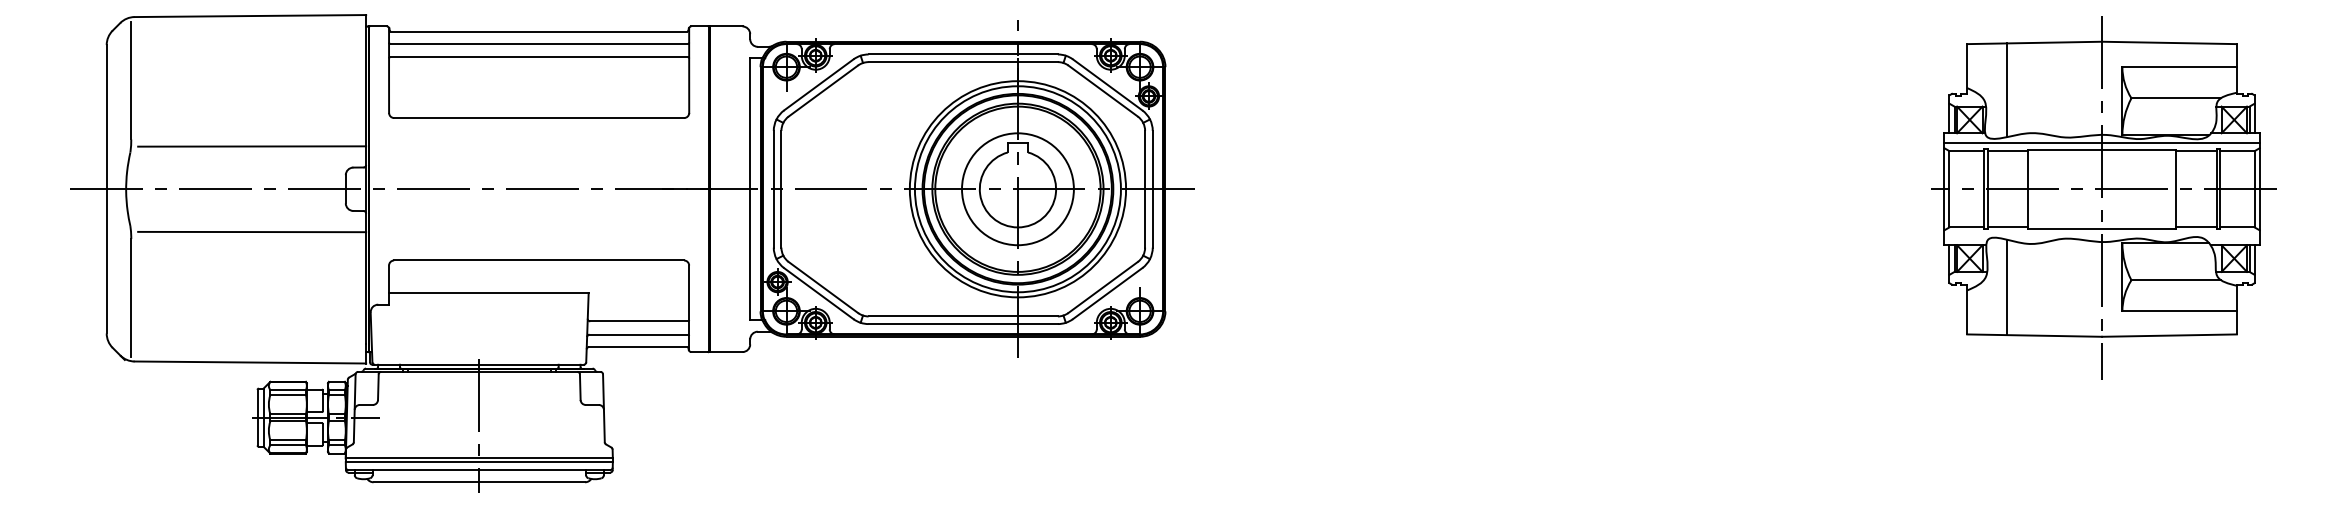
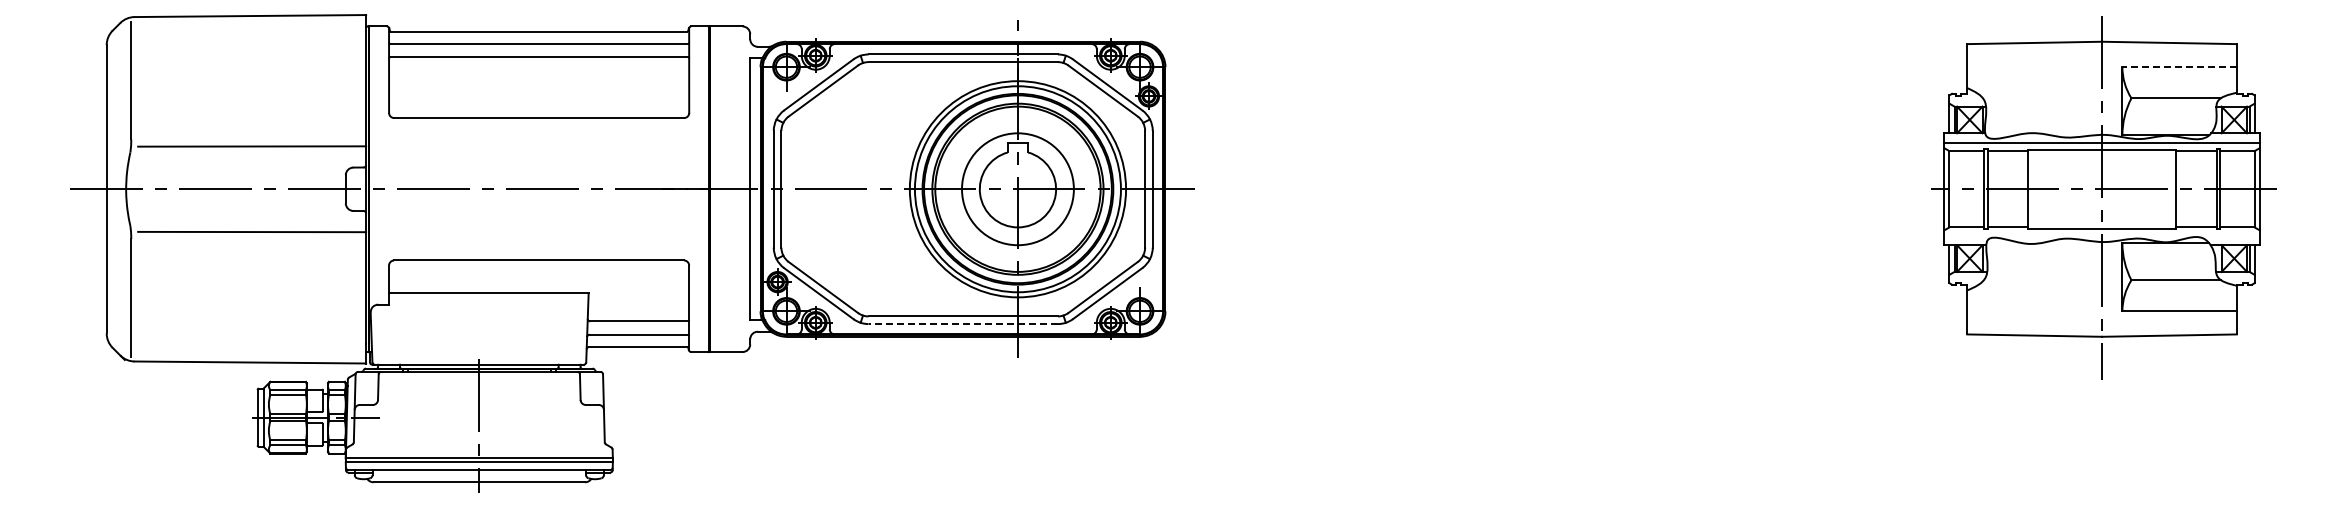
line at (2179, 67): solid -> dashed
line at (2006, 90): present -> none
line at (2006, 287): present -> none
line at (963, 324): solid -> dashed
